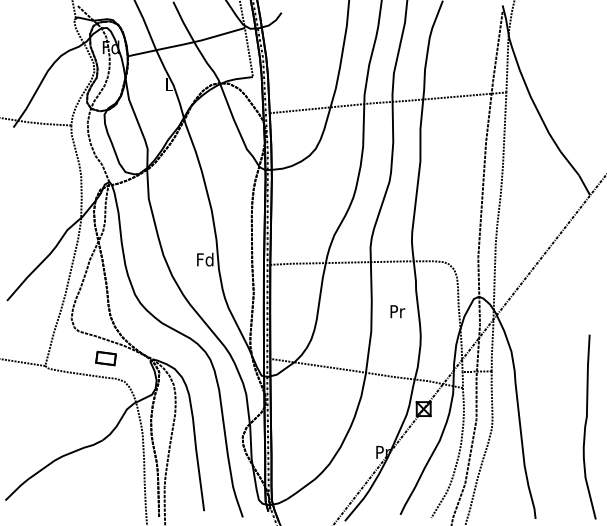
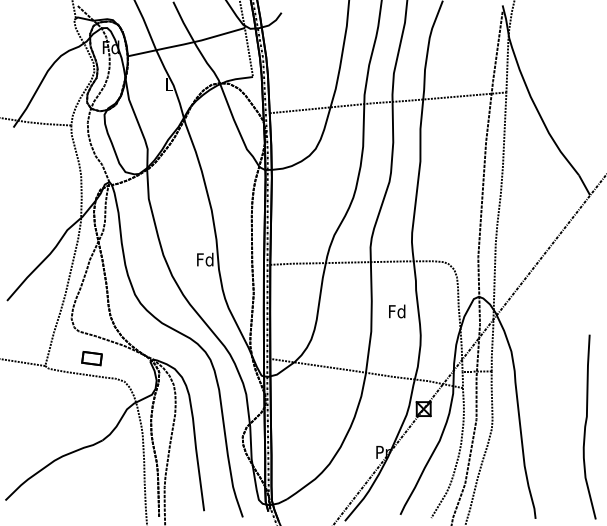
text at (397, 311): Pr -> Fd
part at (105, 358) position: (105, 358) -> (91, 358)
